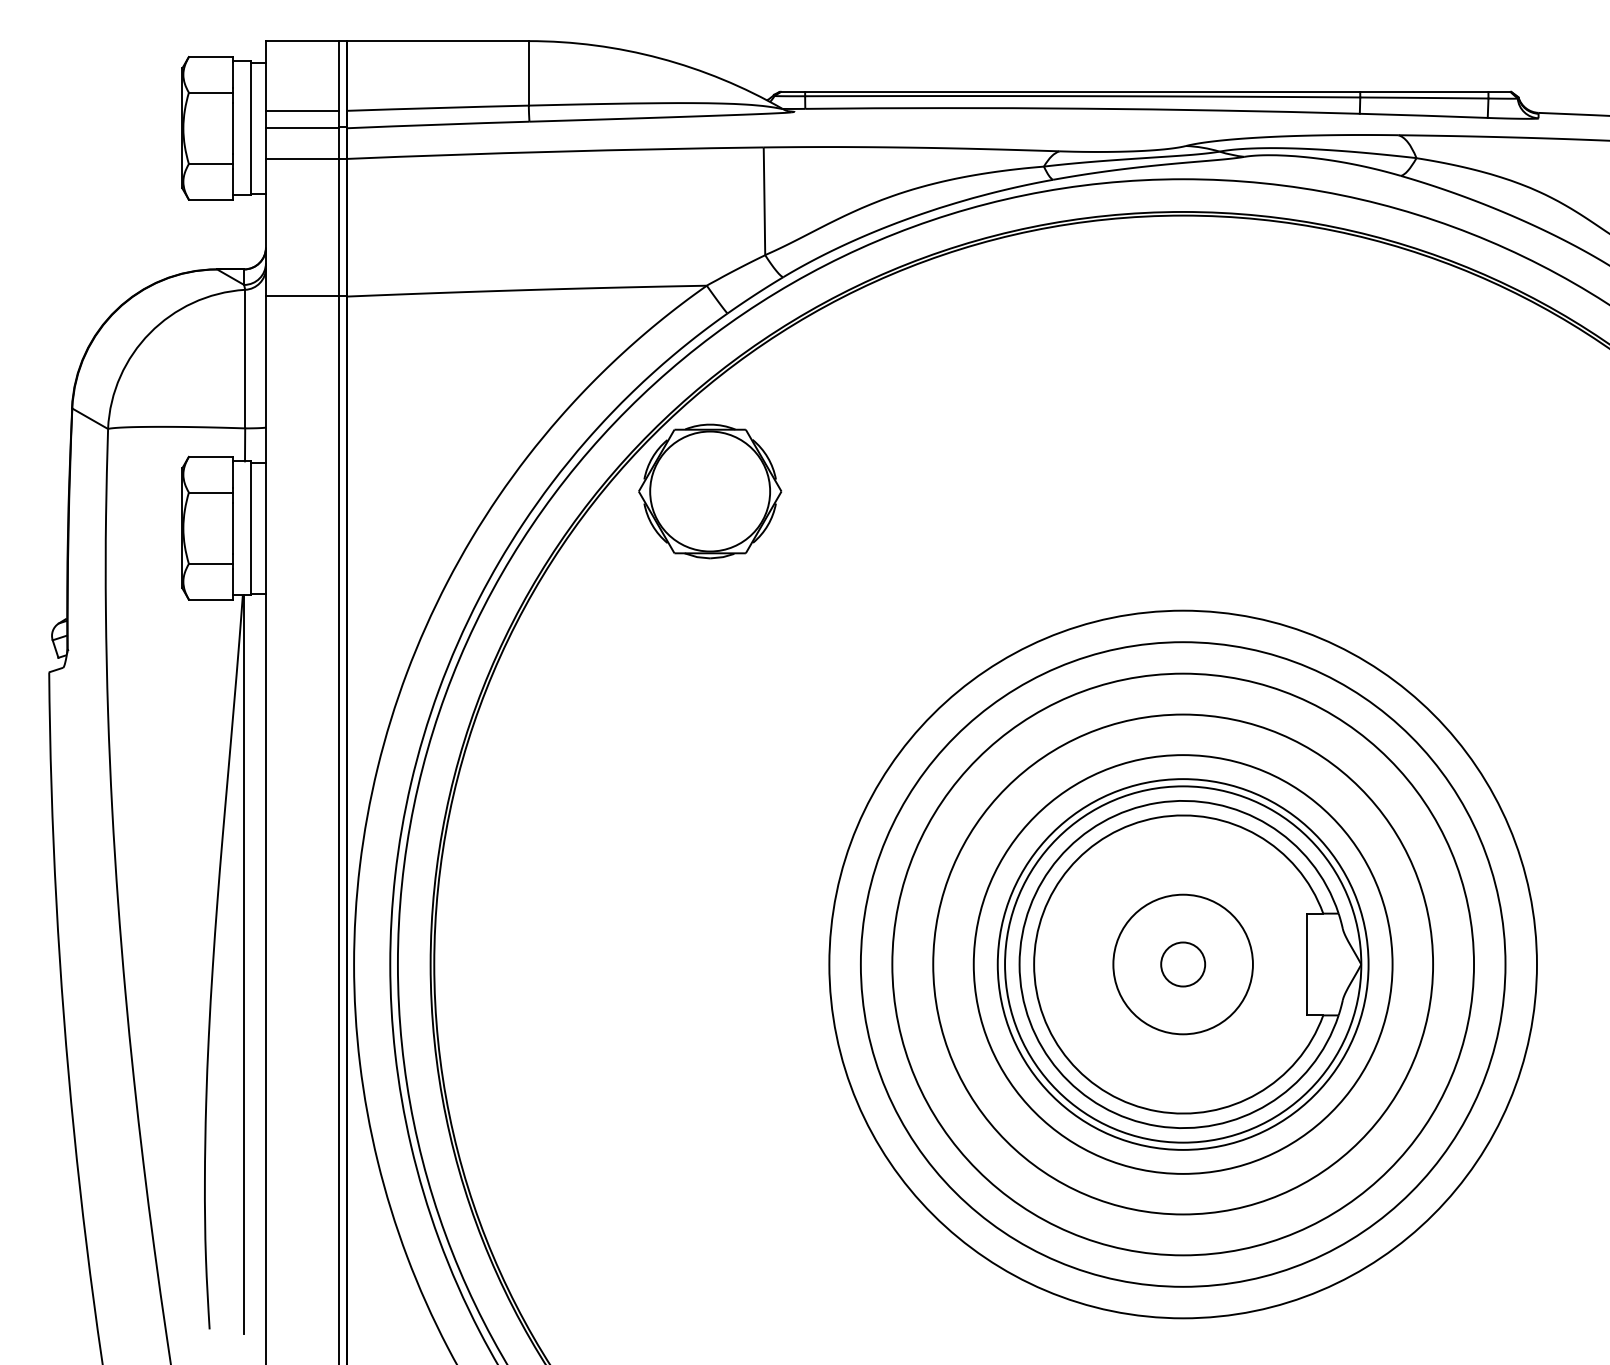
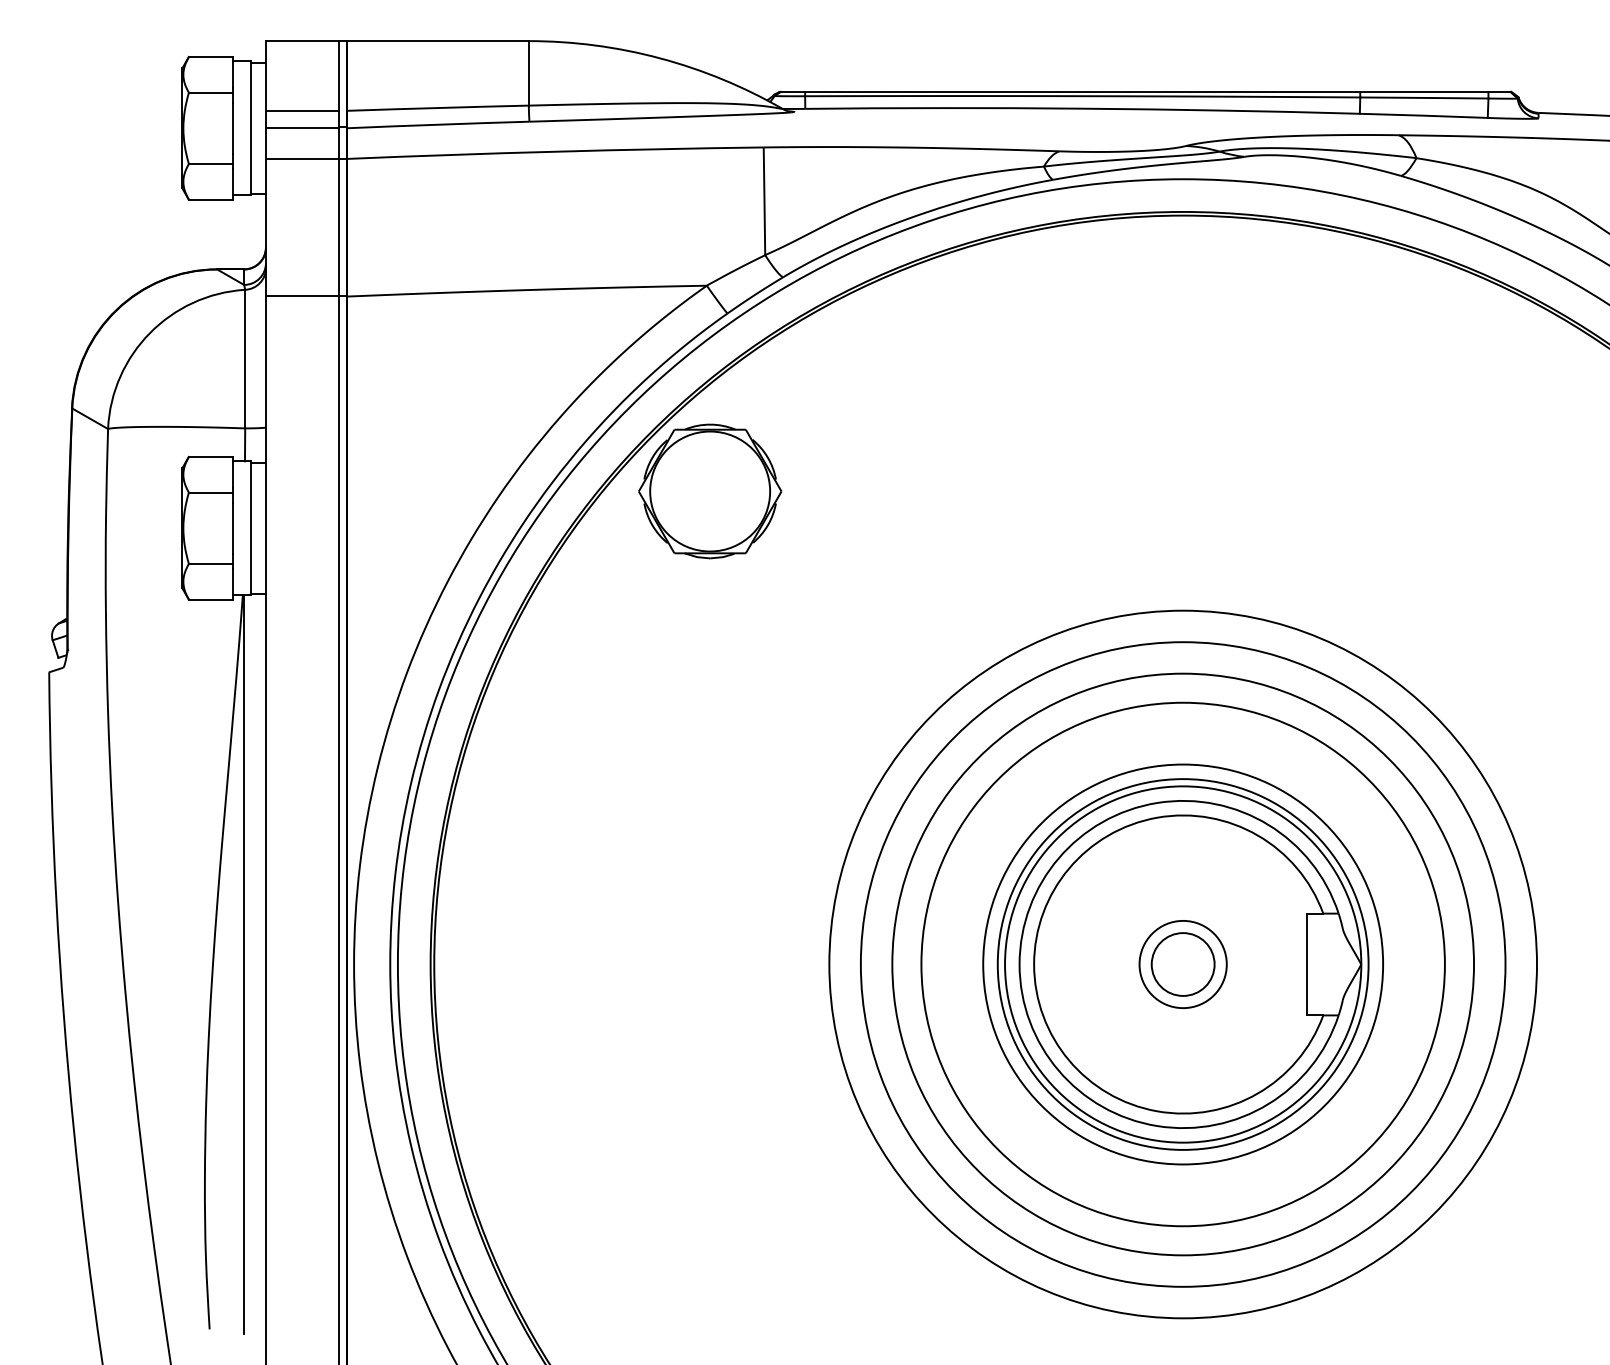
circle at (1182, 964) diameter: 140 px -> 87 px
circle at (1182, 964) diameter: 419 px -> 523 px
circle at (1183, 964) diameter: 44 px -> 63 px
circle at (1183, 964) diameter: 500 px -> 400 px
